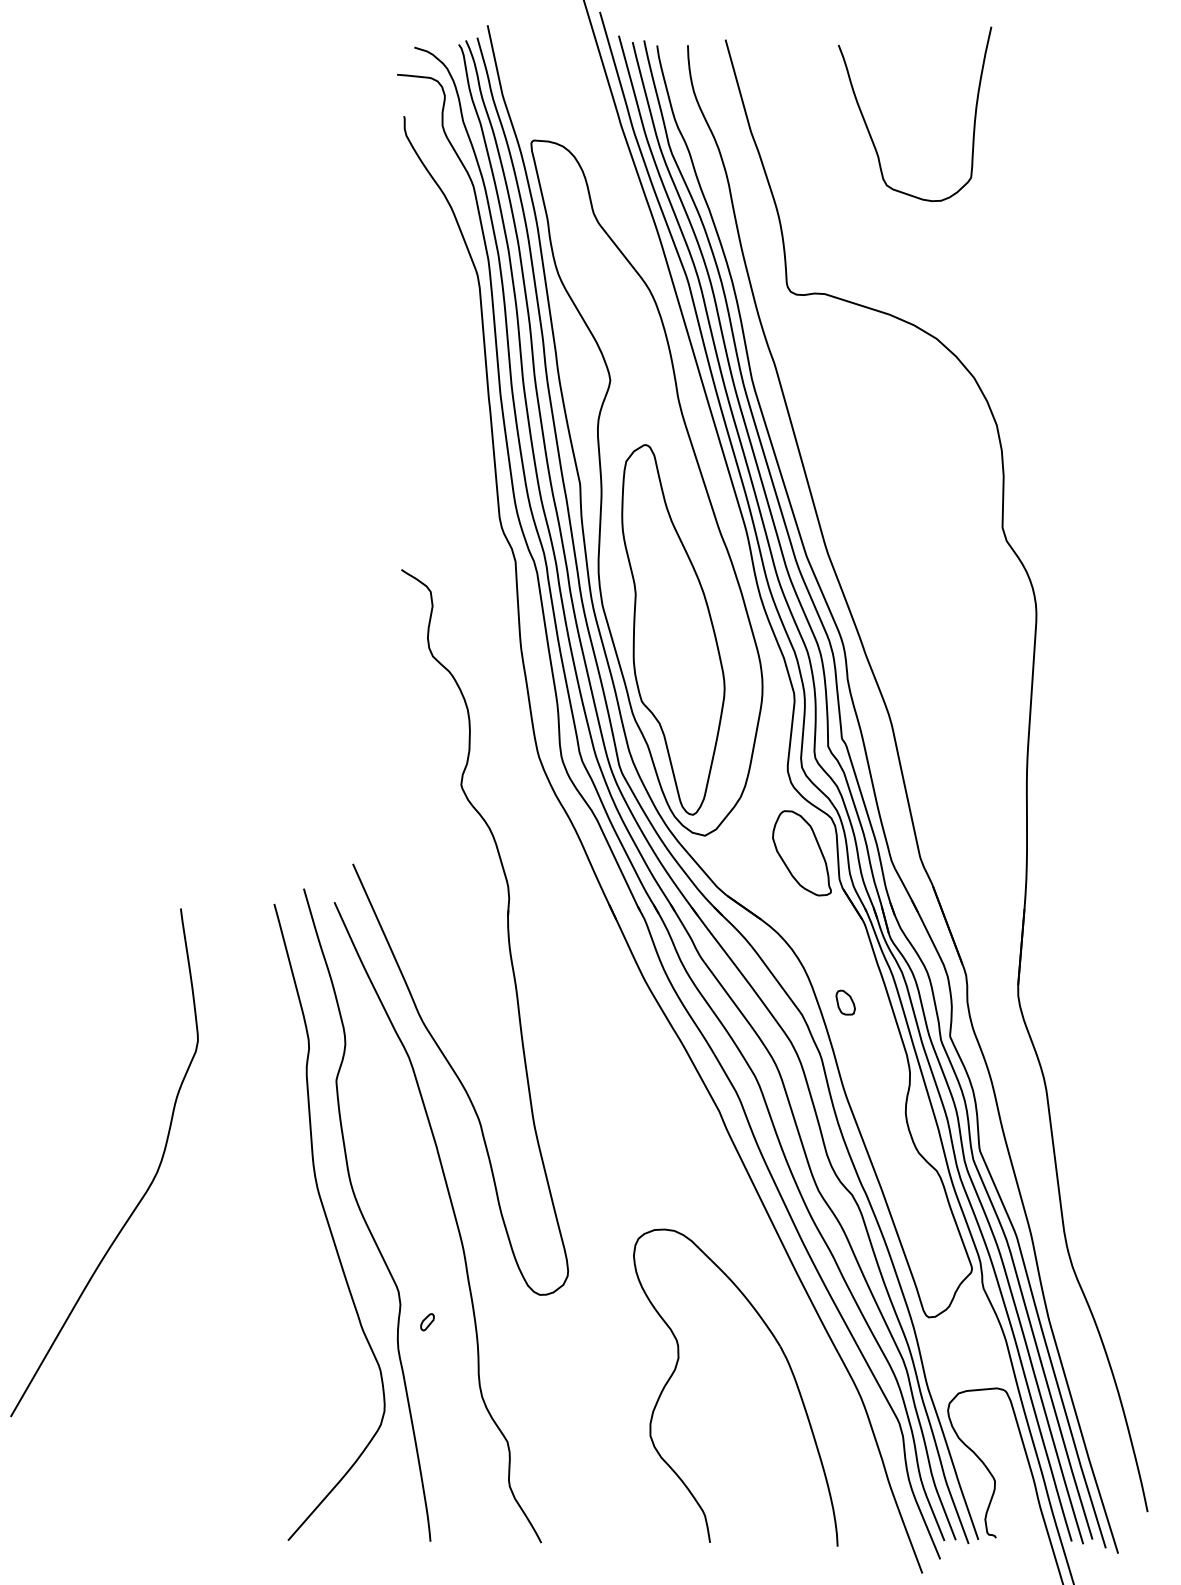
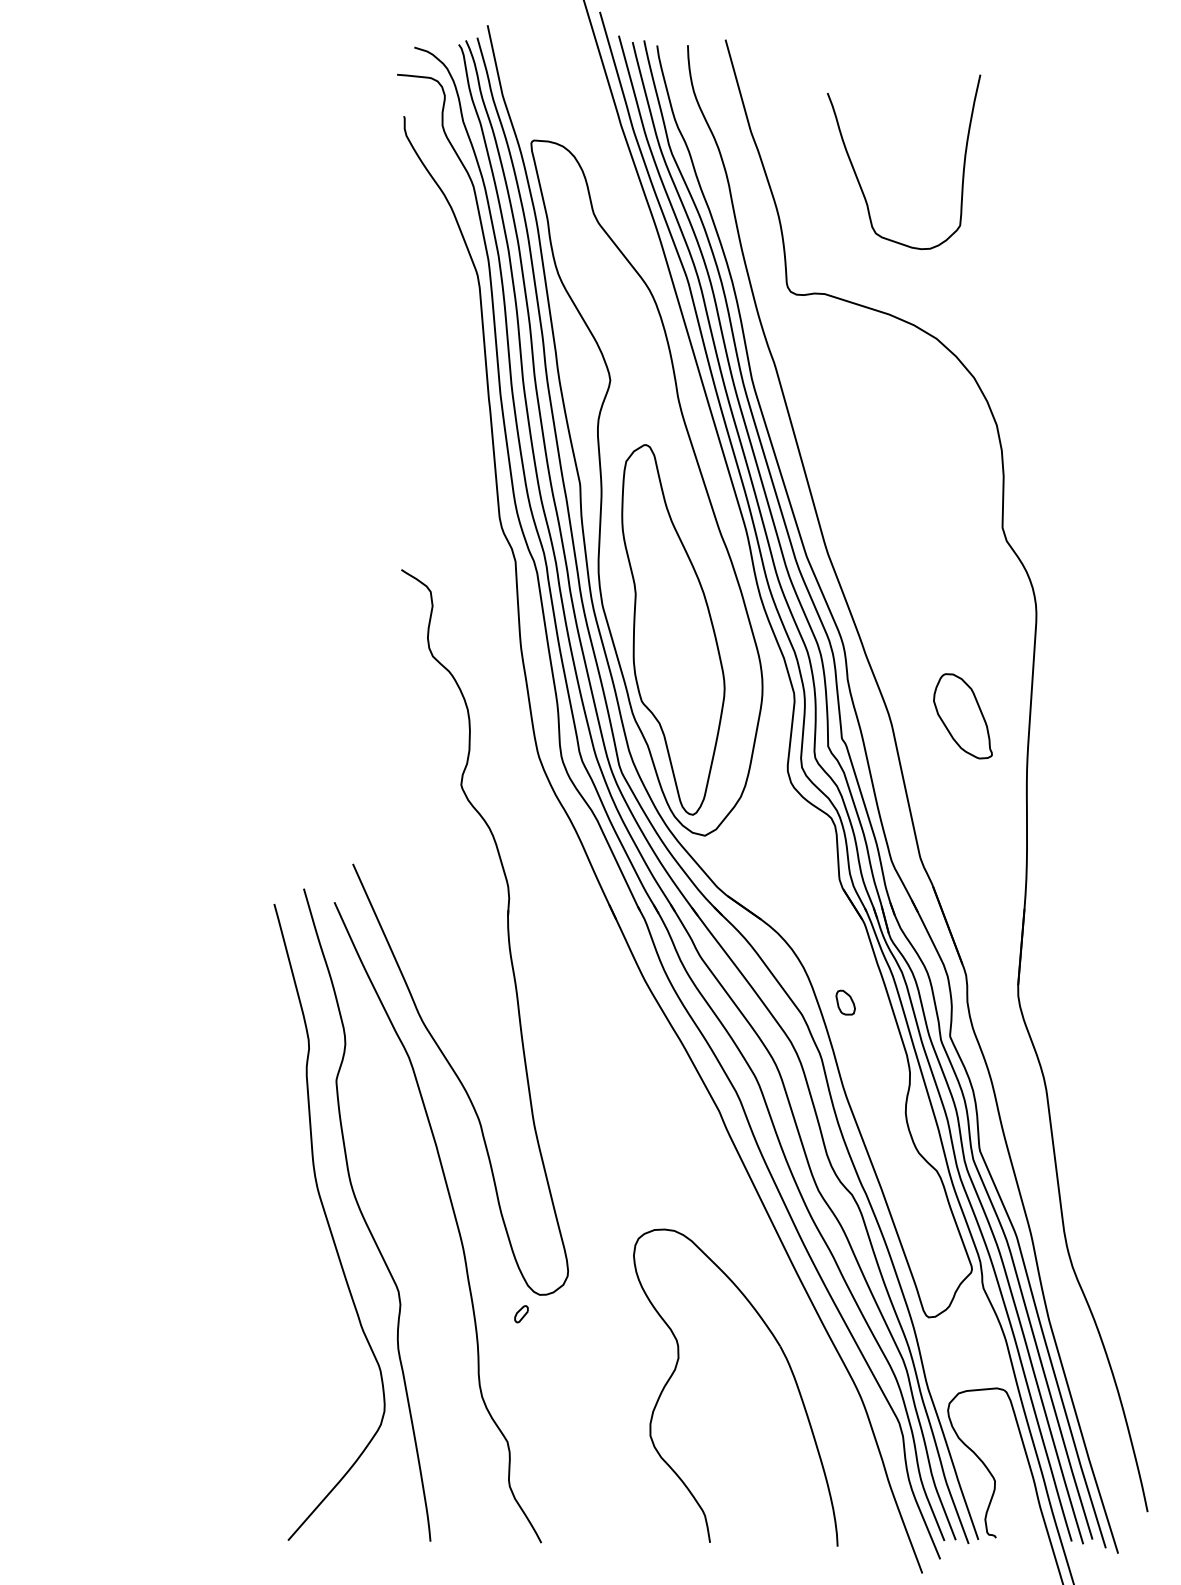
curve at (869, 130) position: (869, 130) -> (858, 178)
part at (801, 853) position: (801, 853) -> (962, 716)
curve at (146, 1189): present -> none
part at (427, 1322) position: (427, 1322) -> (521, 1314)
